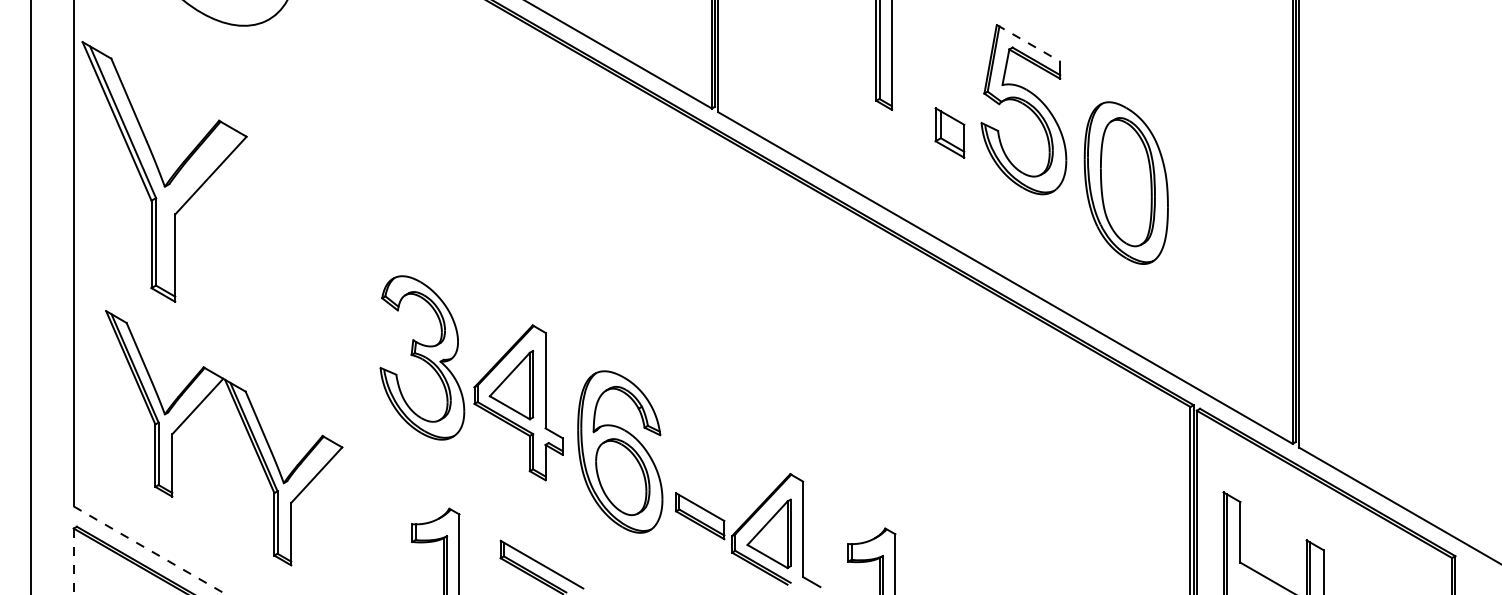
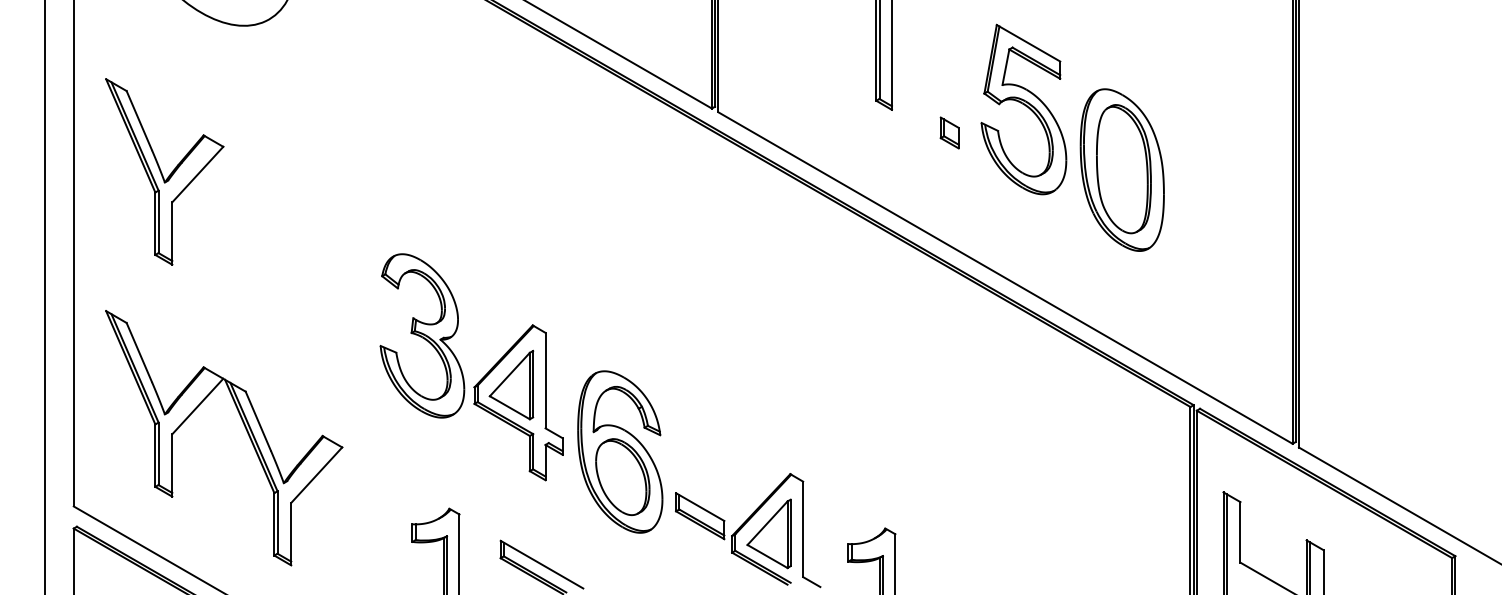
line at (1028, 43): dashed -> solid
part at (949, 132) size: 32x52 px -> 21x34 px
part at (164, 171) size: 167x262 px -> 120x188 px
part at (1125, 182) position: (1125, 182) -> (1121, 169)
line at (31, 296) position: (31, 296) -> (45, 296)
part at (422, 357) position: (422, 357) -> (422, 335)
line at (150, 550): dashed -> solid
line at (73, 561): dashed -> solid
